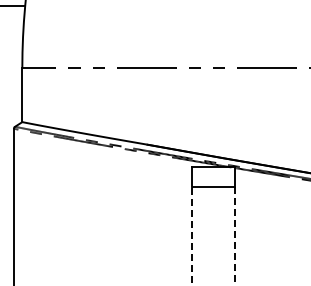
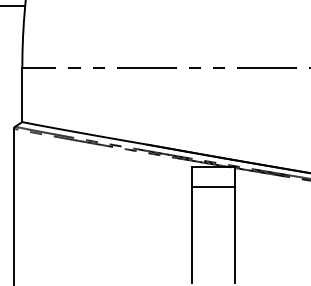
line at (192, 234): dashed -> solid
line at (234, 235): dashed -> solid
